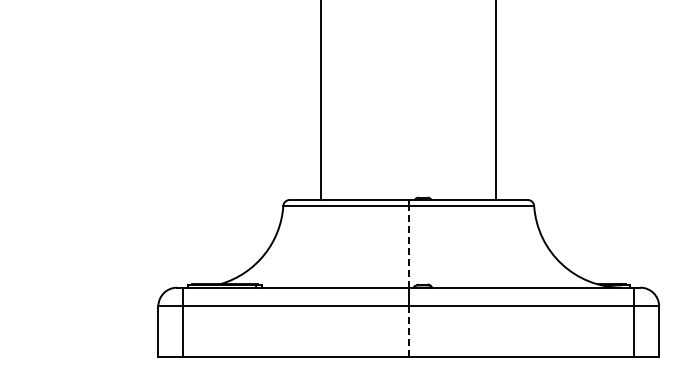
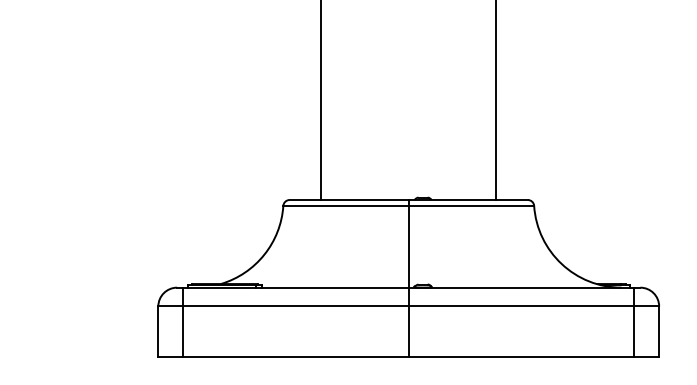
line at (408, 246): dashed -> solid
line at (408, 331): dashed -> solid
